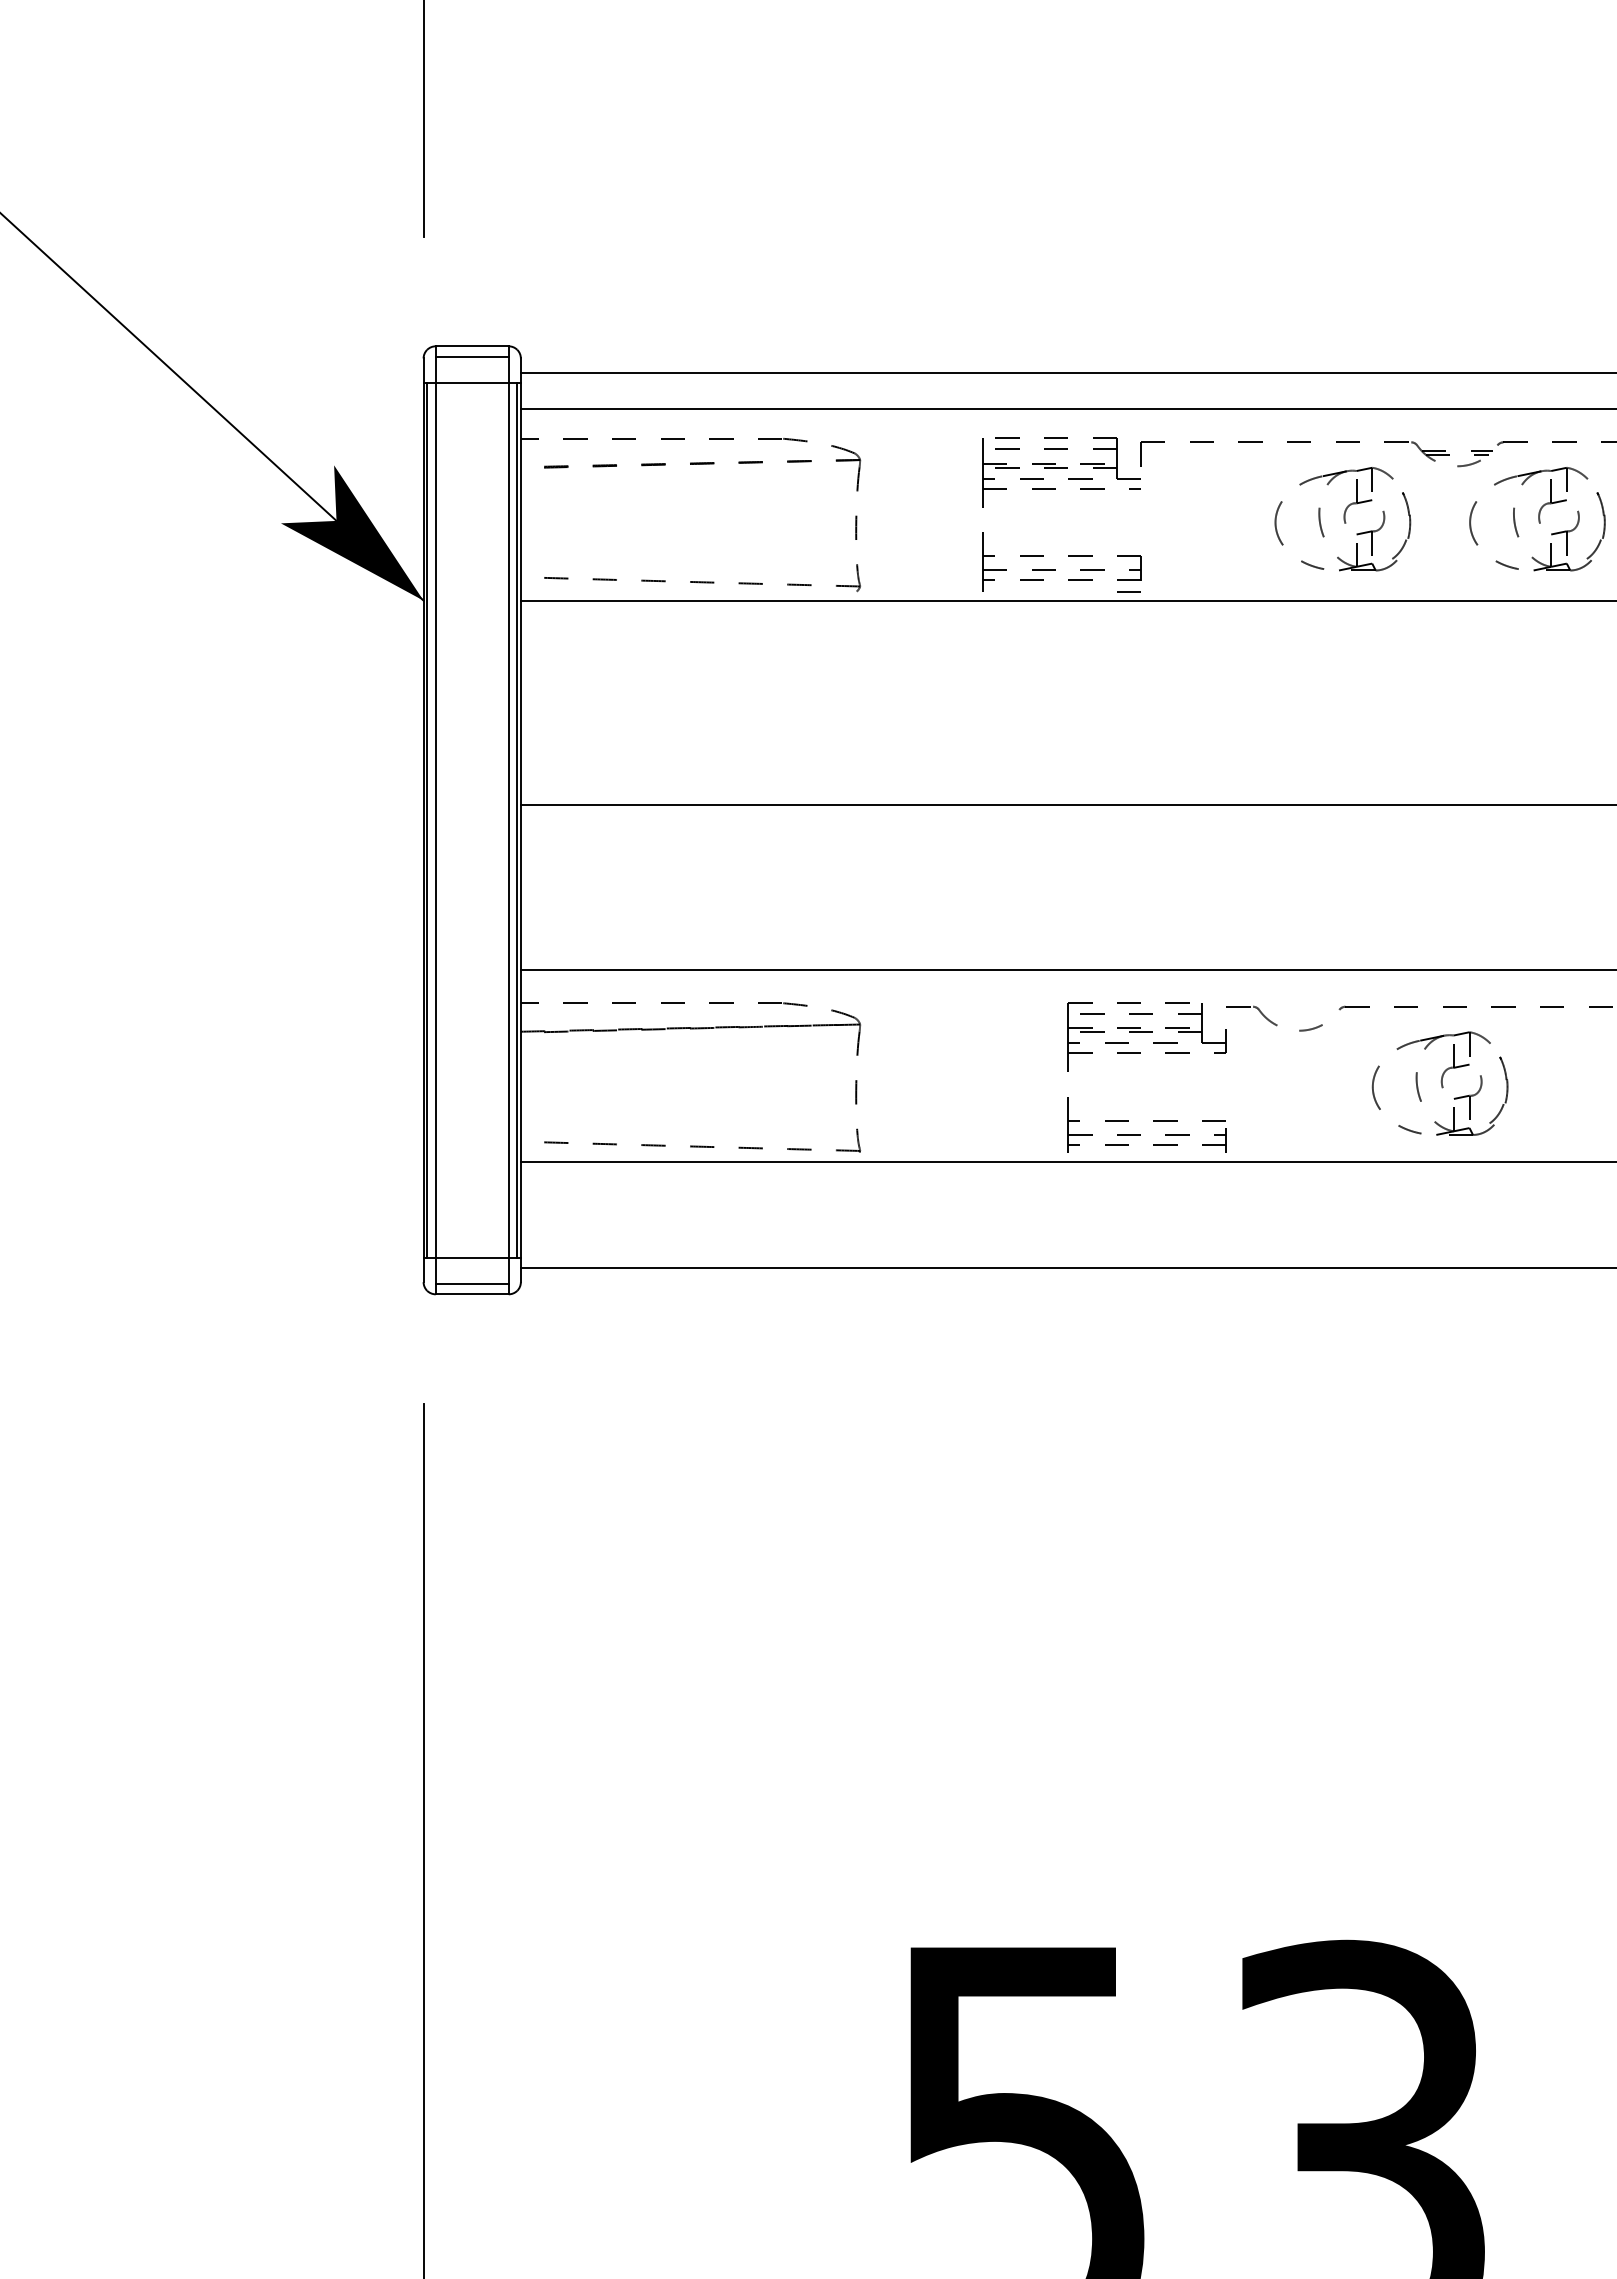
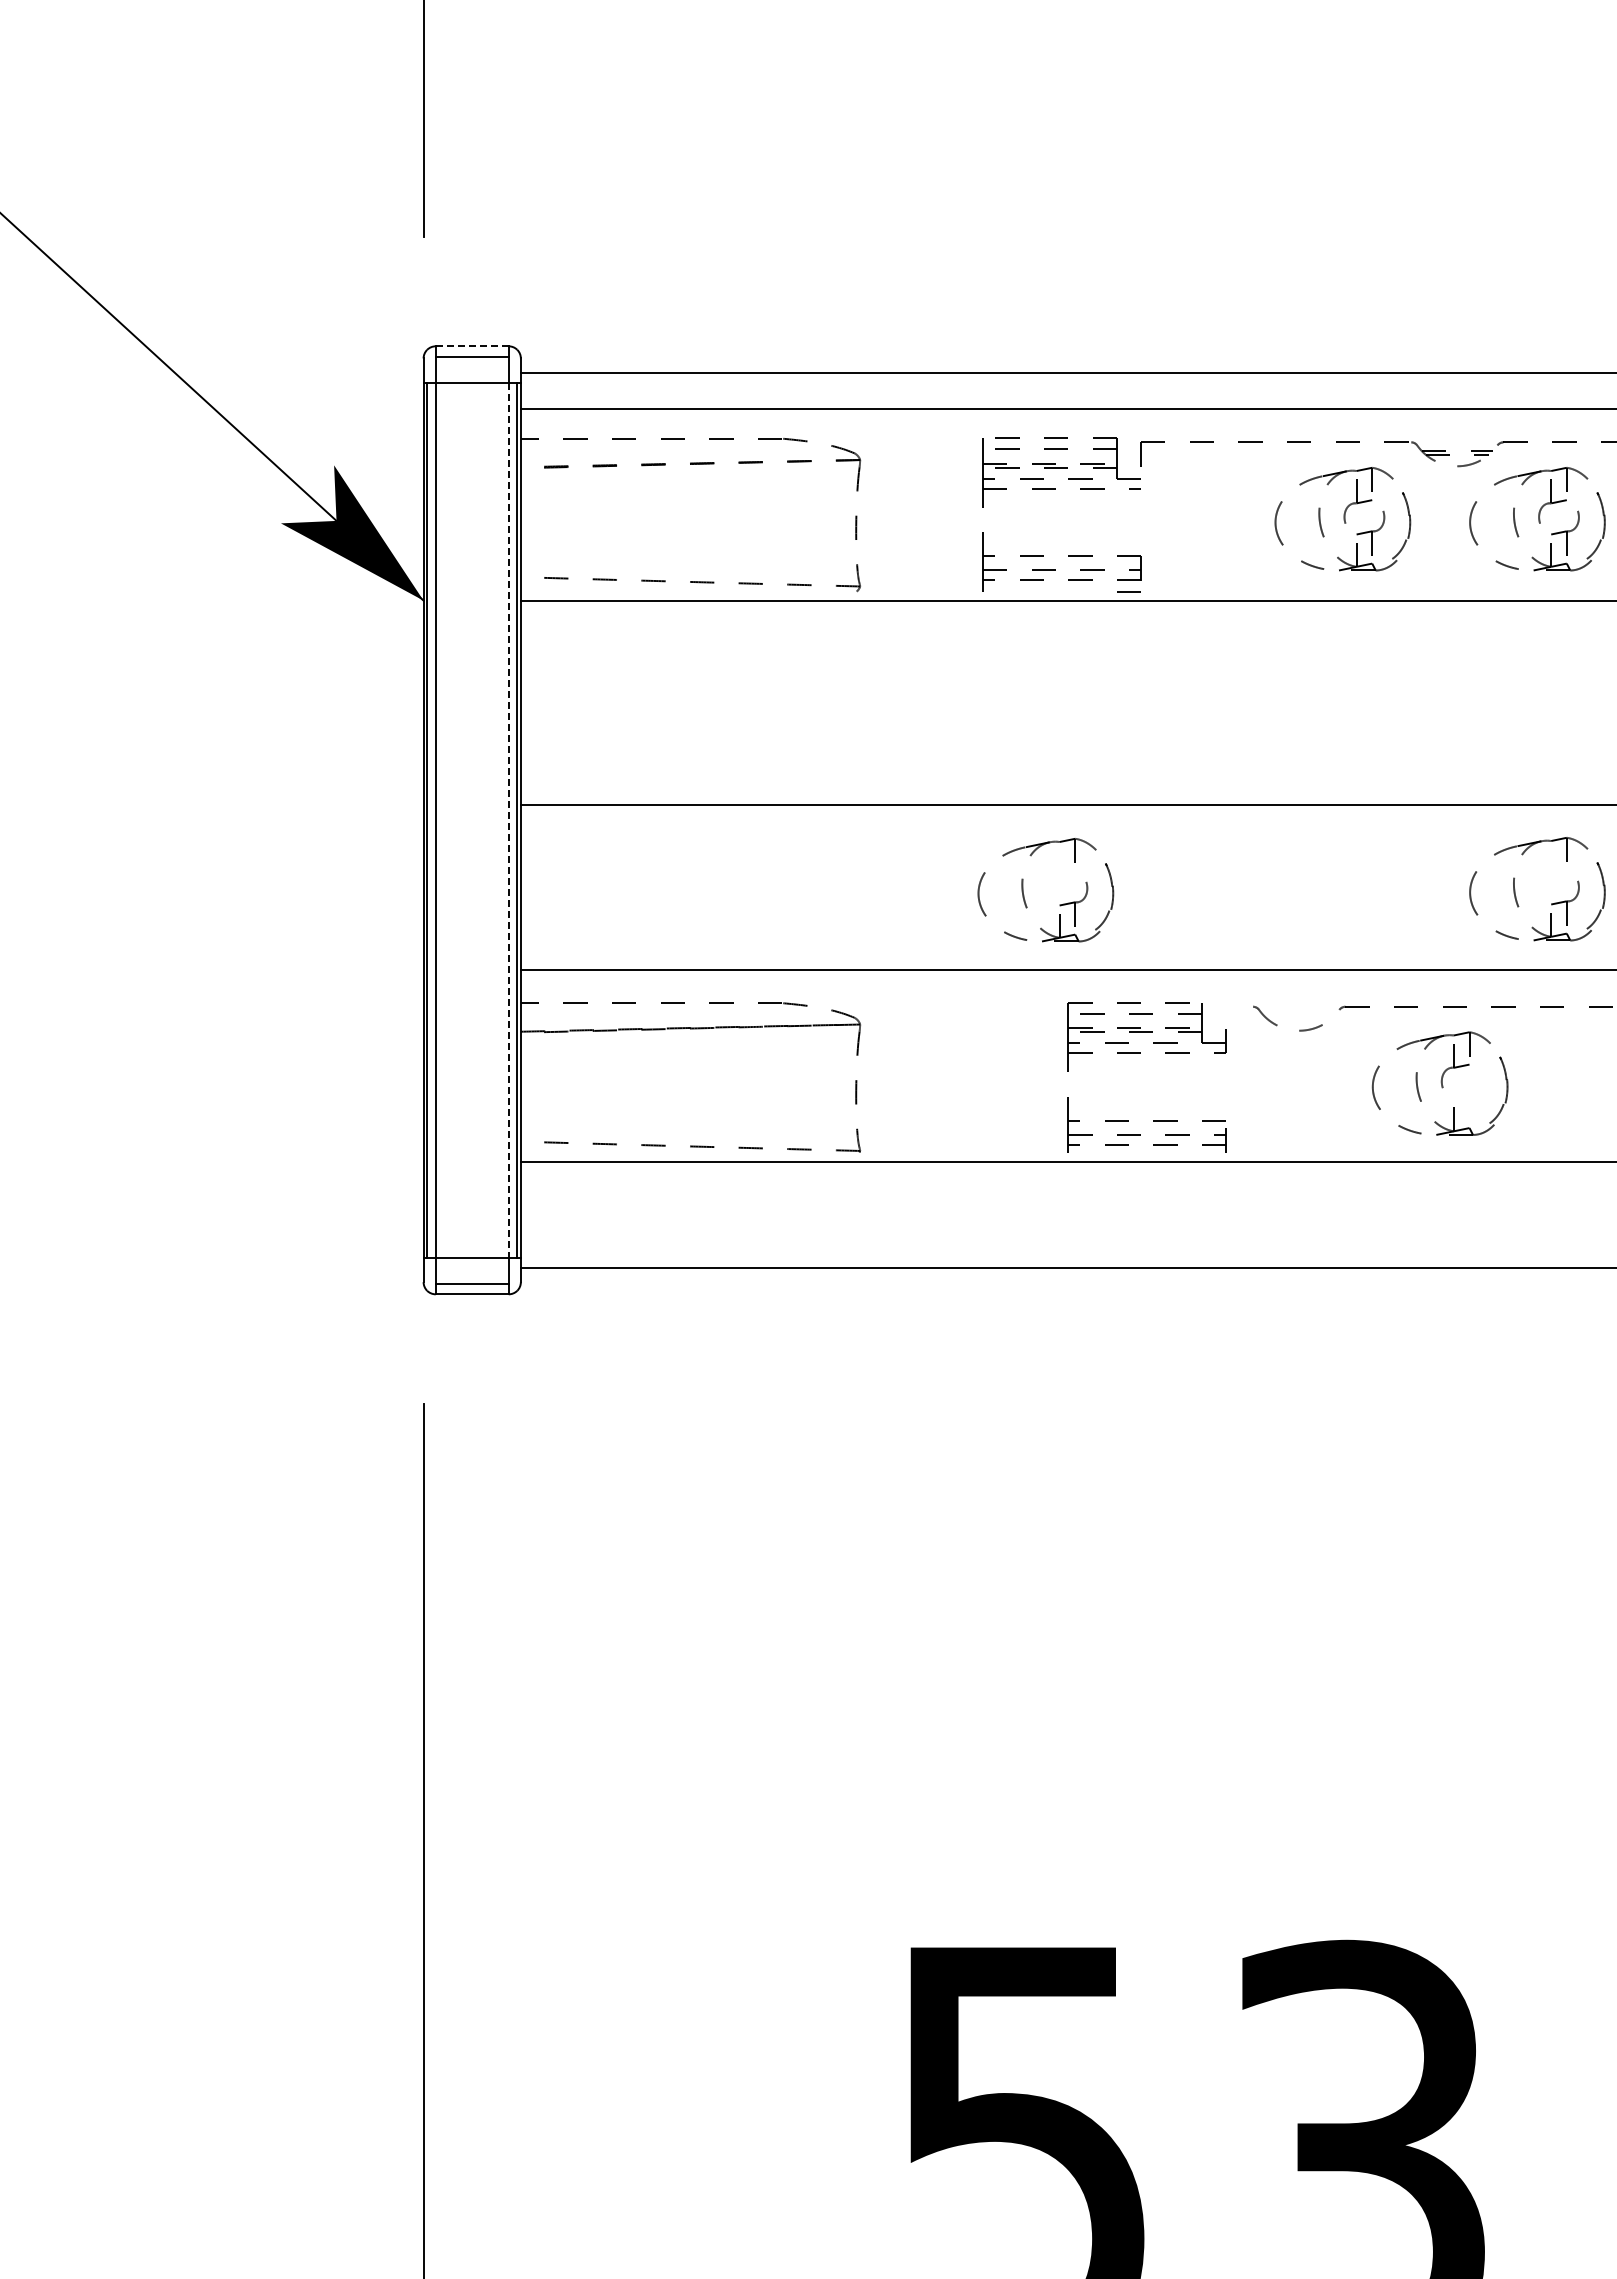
line at (472, 346): solid -> dashed
line at (508, 820): solid -> dashed
part at (1551, 903): none -> present
part at (1059, 904): none -> present
line at (1239, 1006): present -> none
part at (1467, 1097): present -> none
